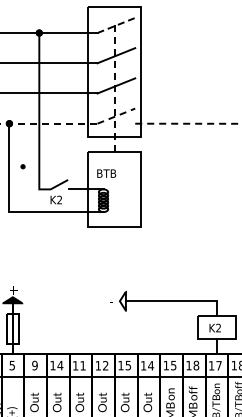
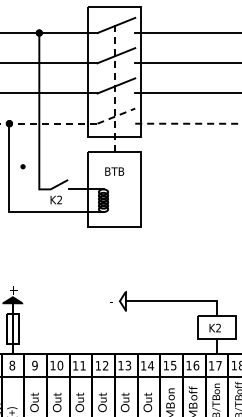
line at (116, 25): dashed -> solid
line at (186, 33): none -> present
line at (186, 63): none -> present
line at (186, 93): none -> present
text at (106, 173) position: (106, 173) -> (114, 171)
text at (127, 364): 15 -> 13
text at (12, 365): 5 -> 8
text at (60, 365): 14 -> 10
text at (196, 365): 18 -> 16
